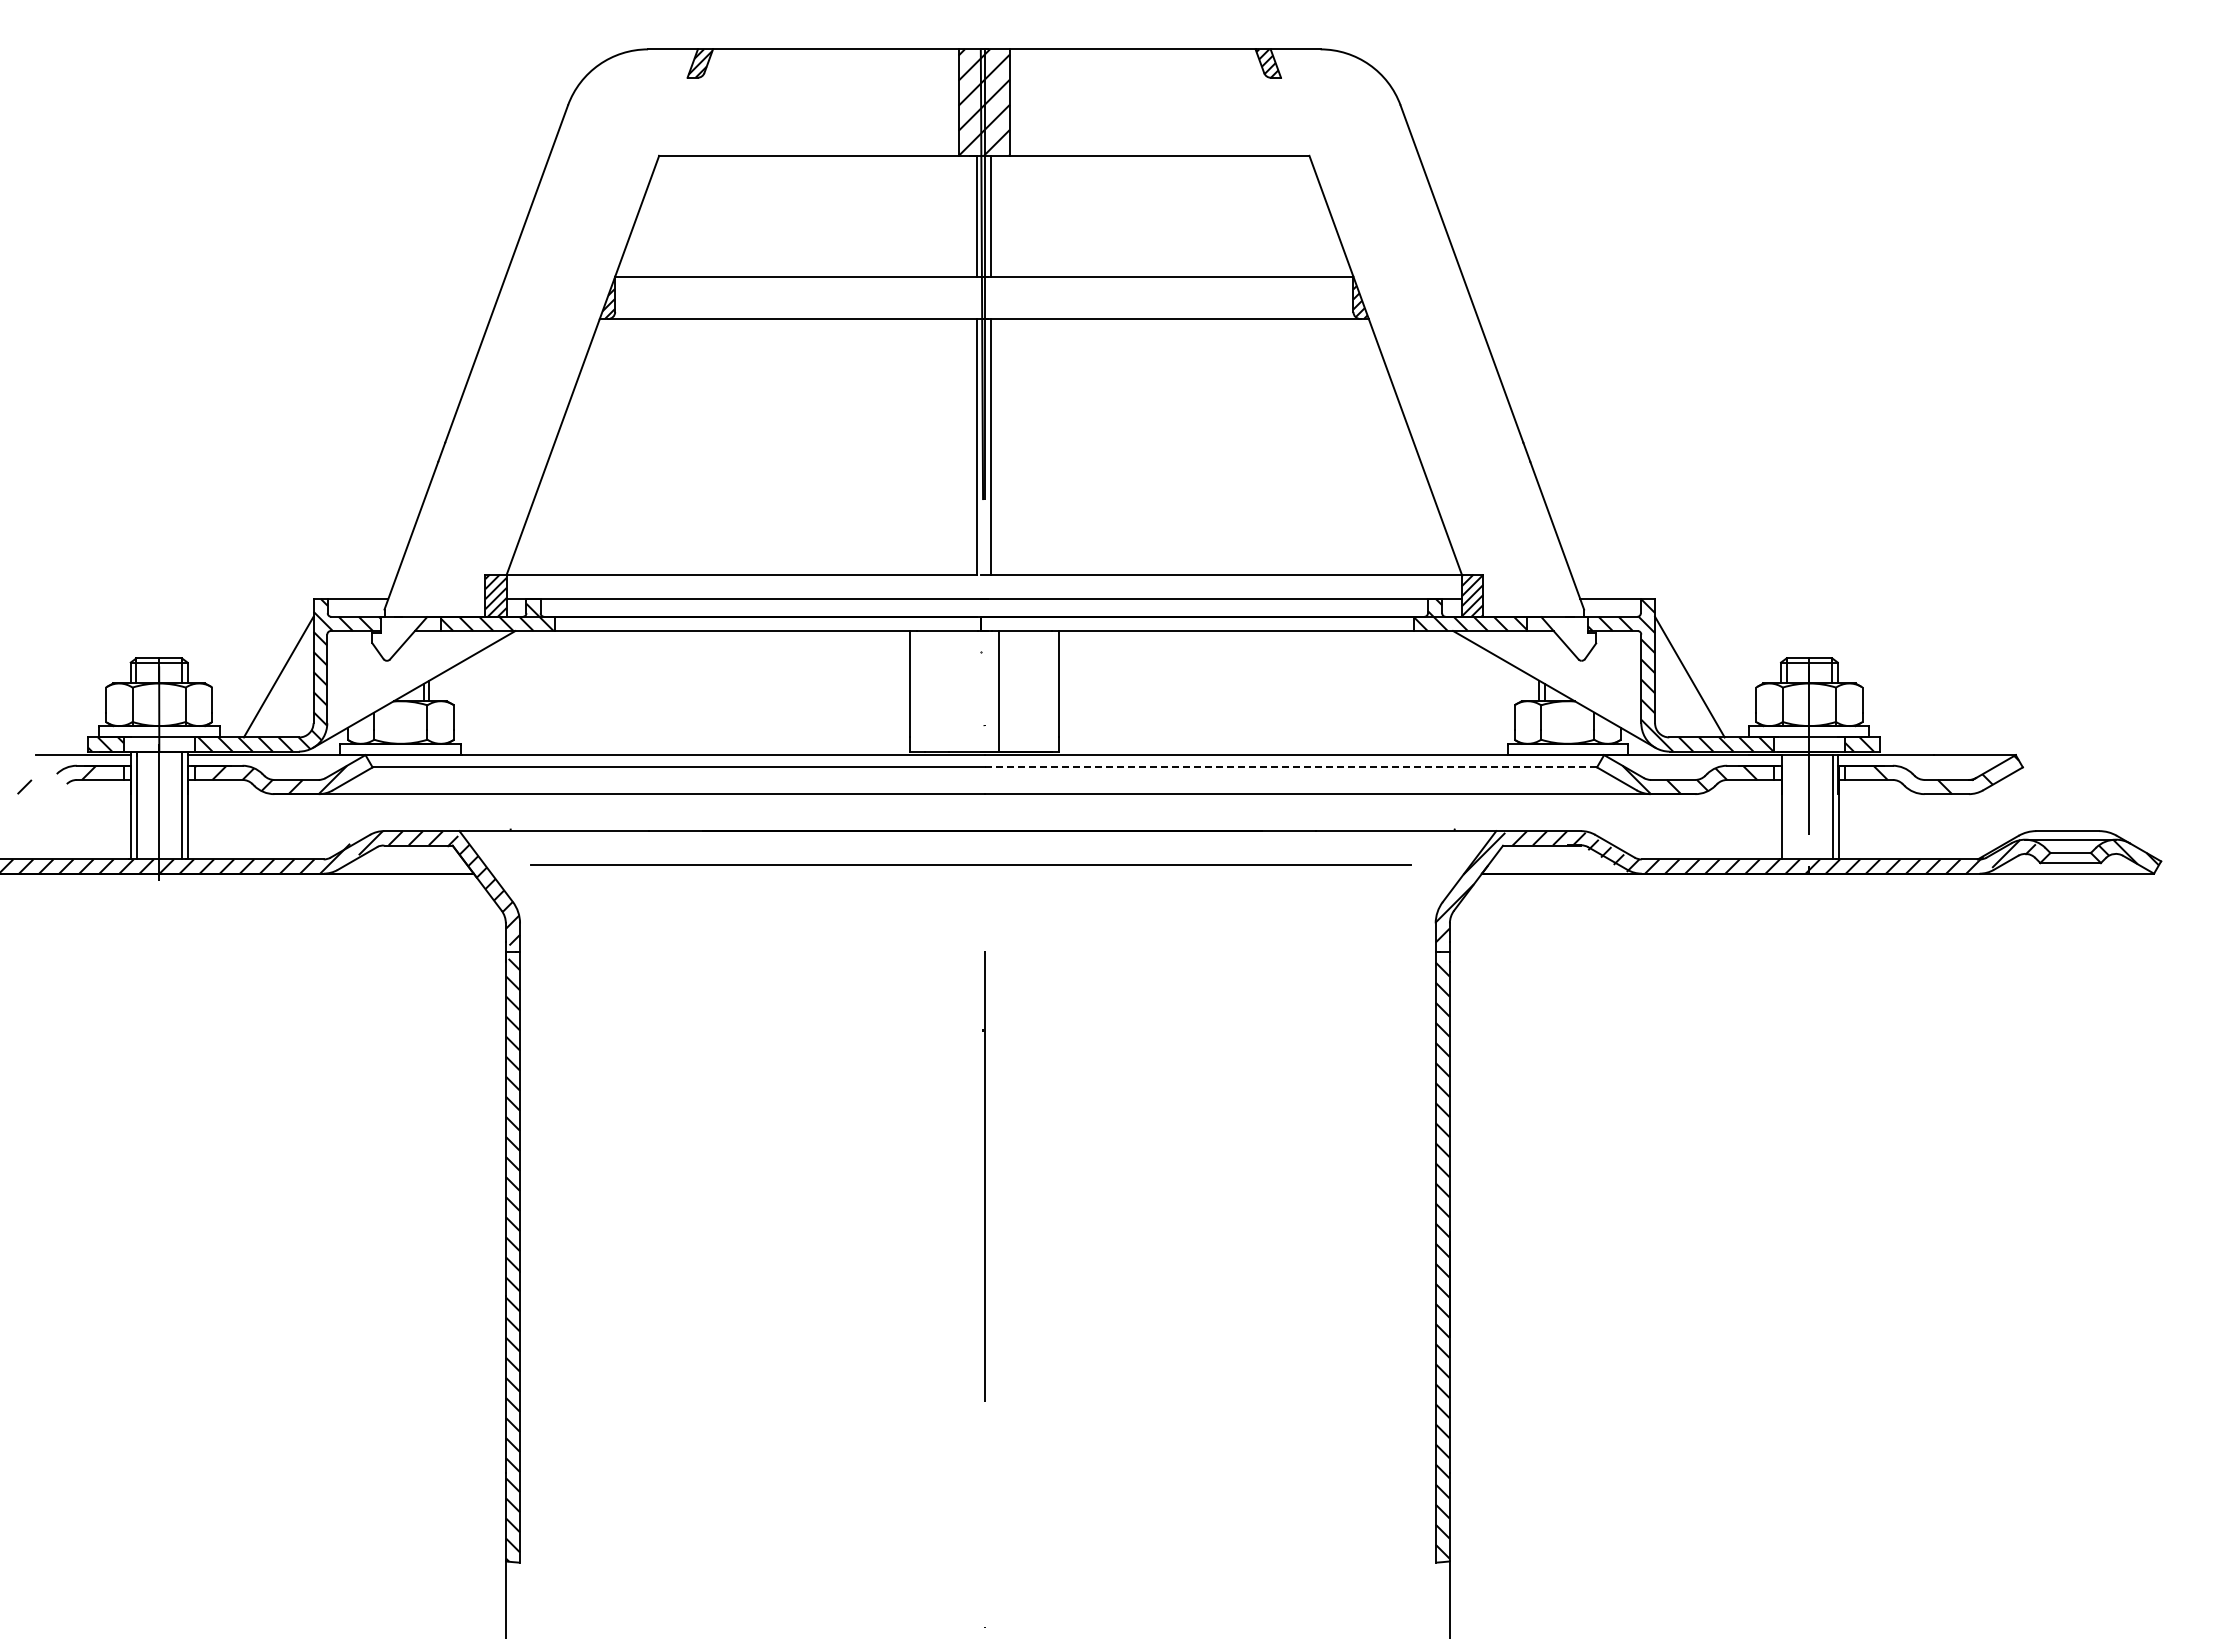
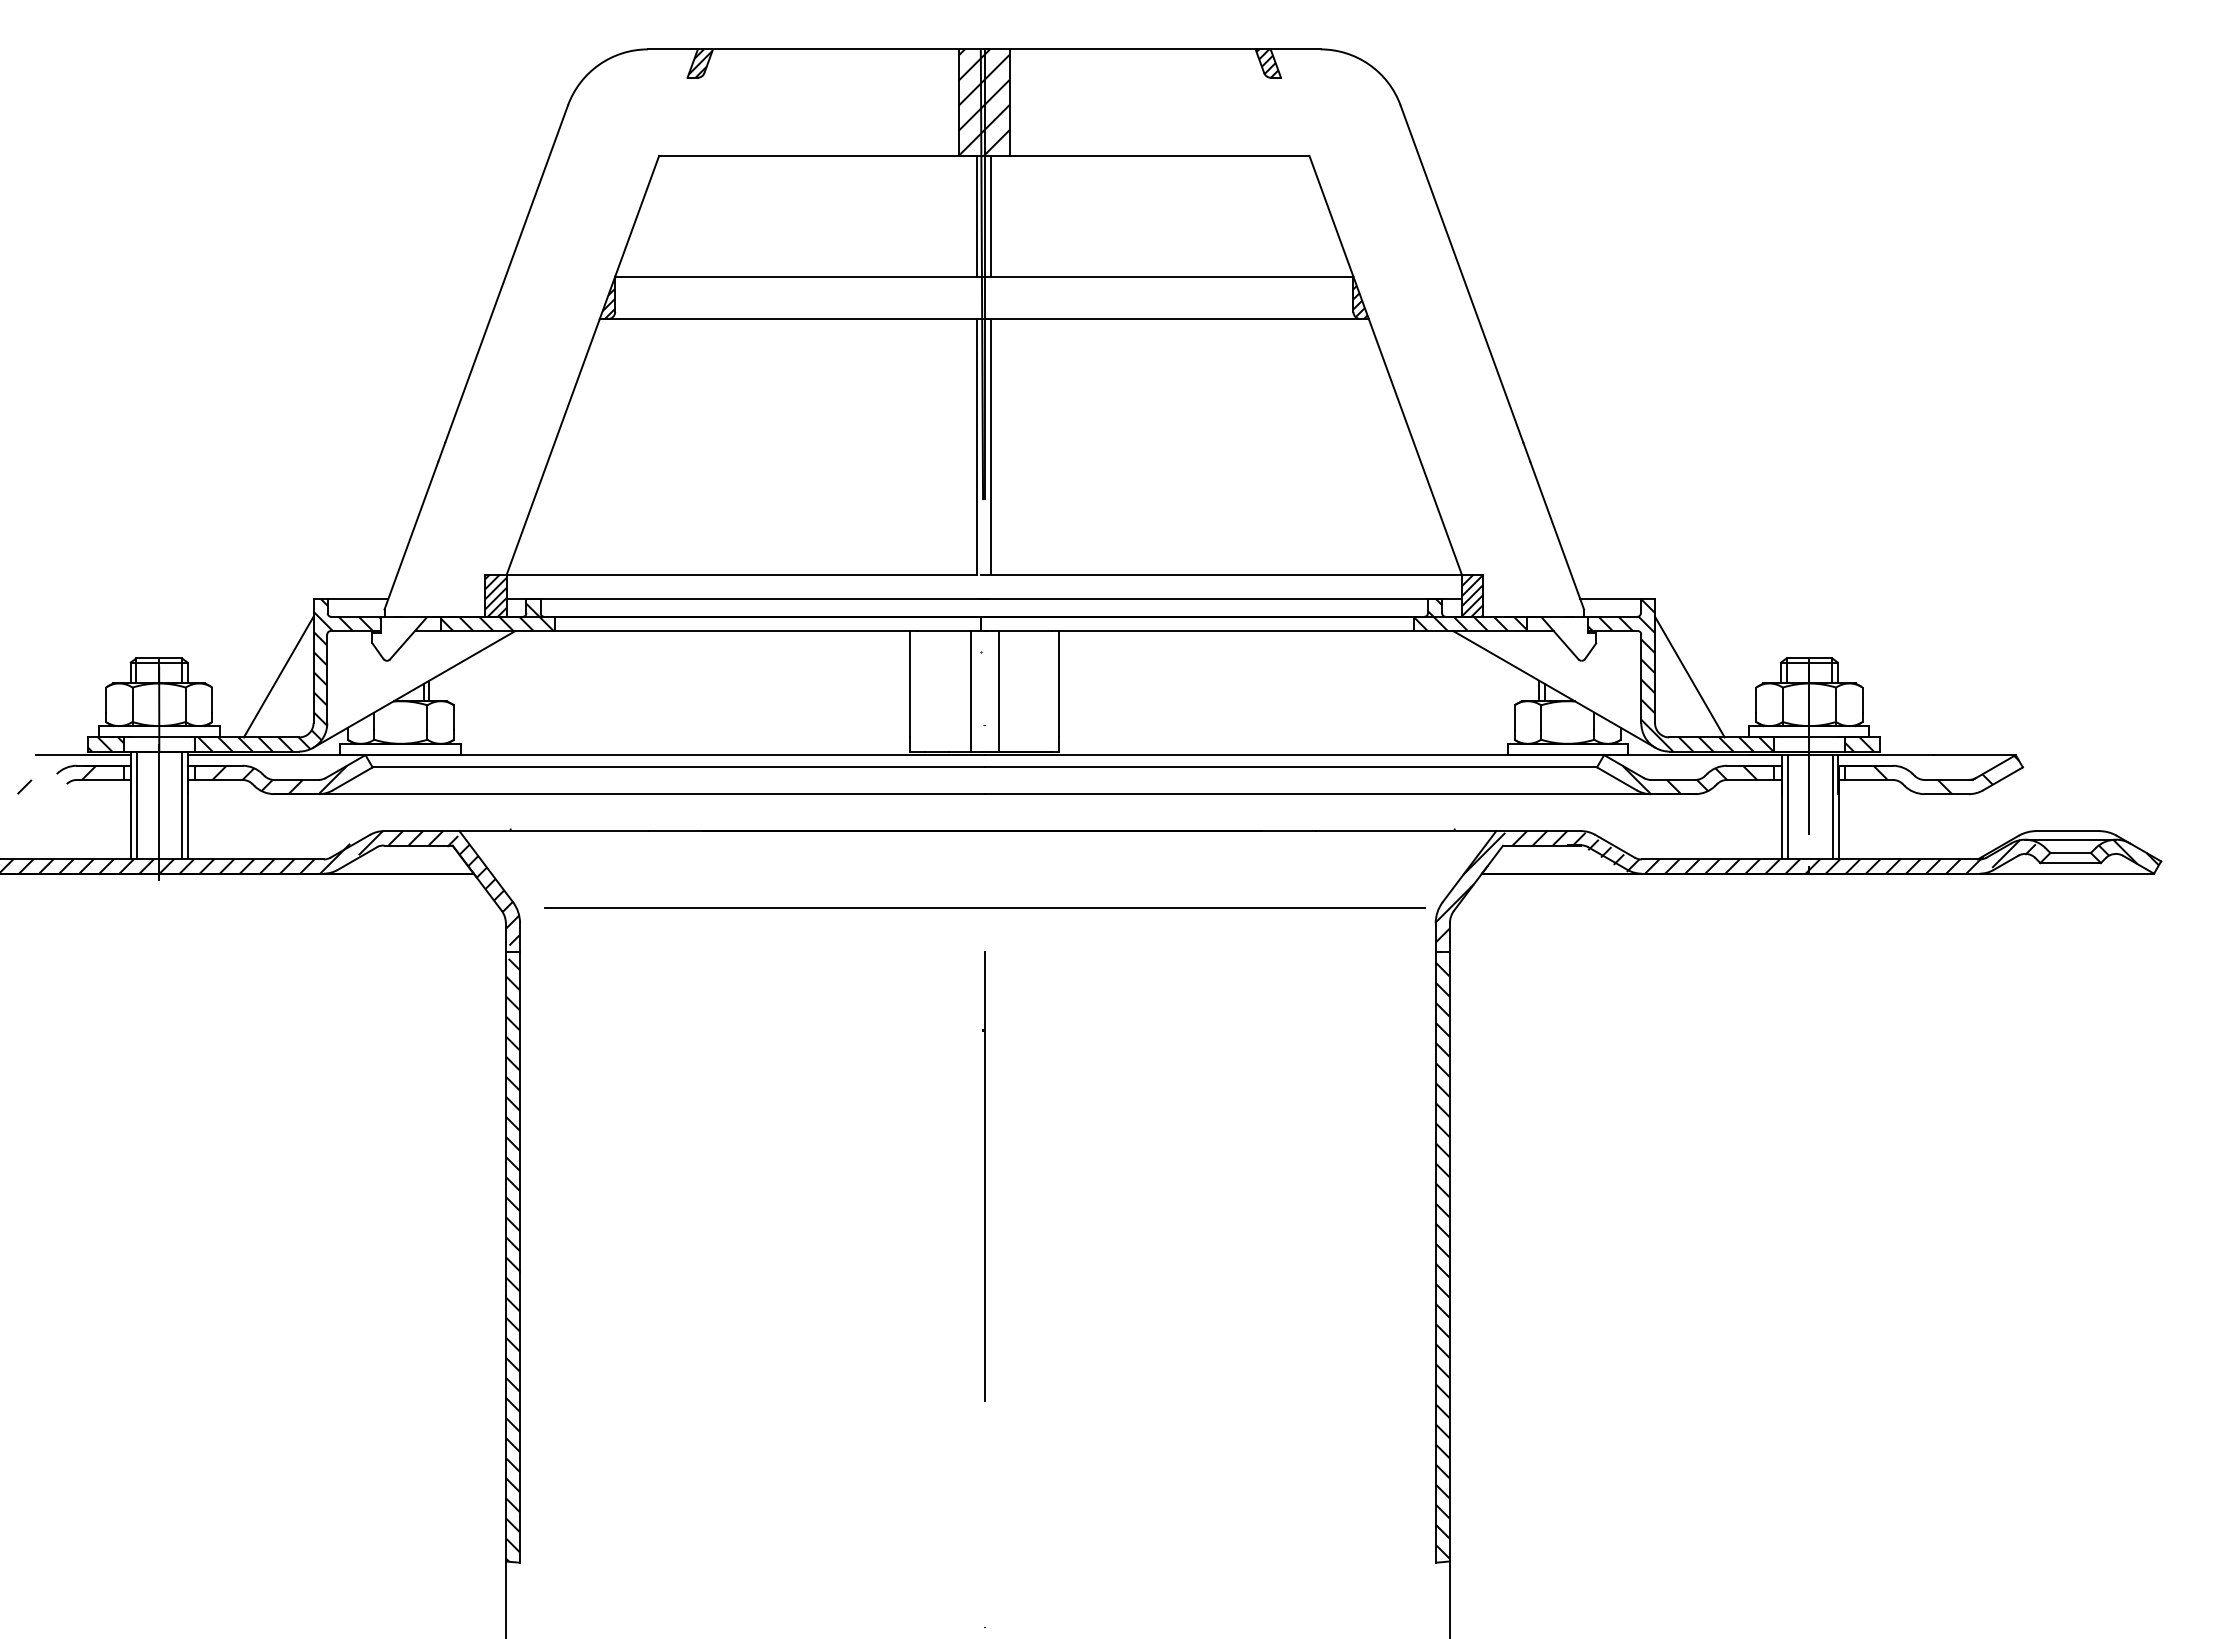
line at (970, 690): none -> present
line at (1291, 767): dashed -> solid
line at (1787, 807): none -> present
line at (970, 864) position: (970, 864) -> (984, 907)
